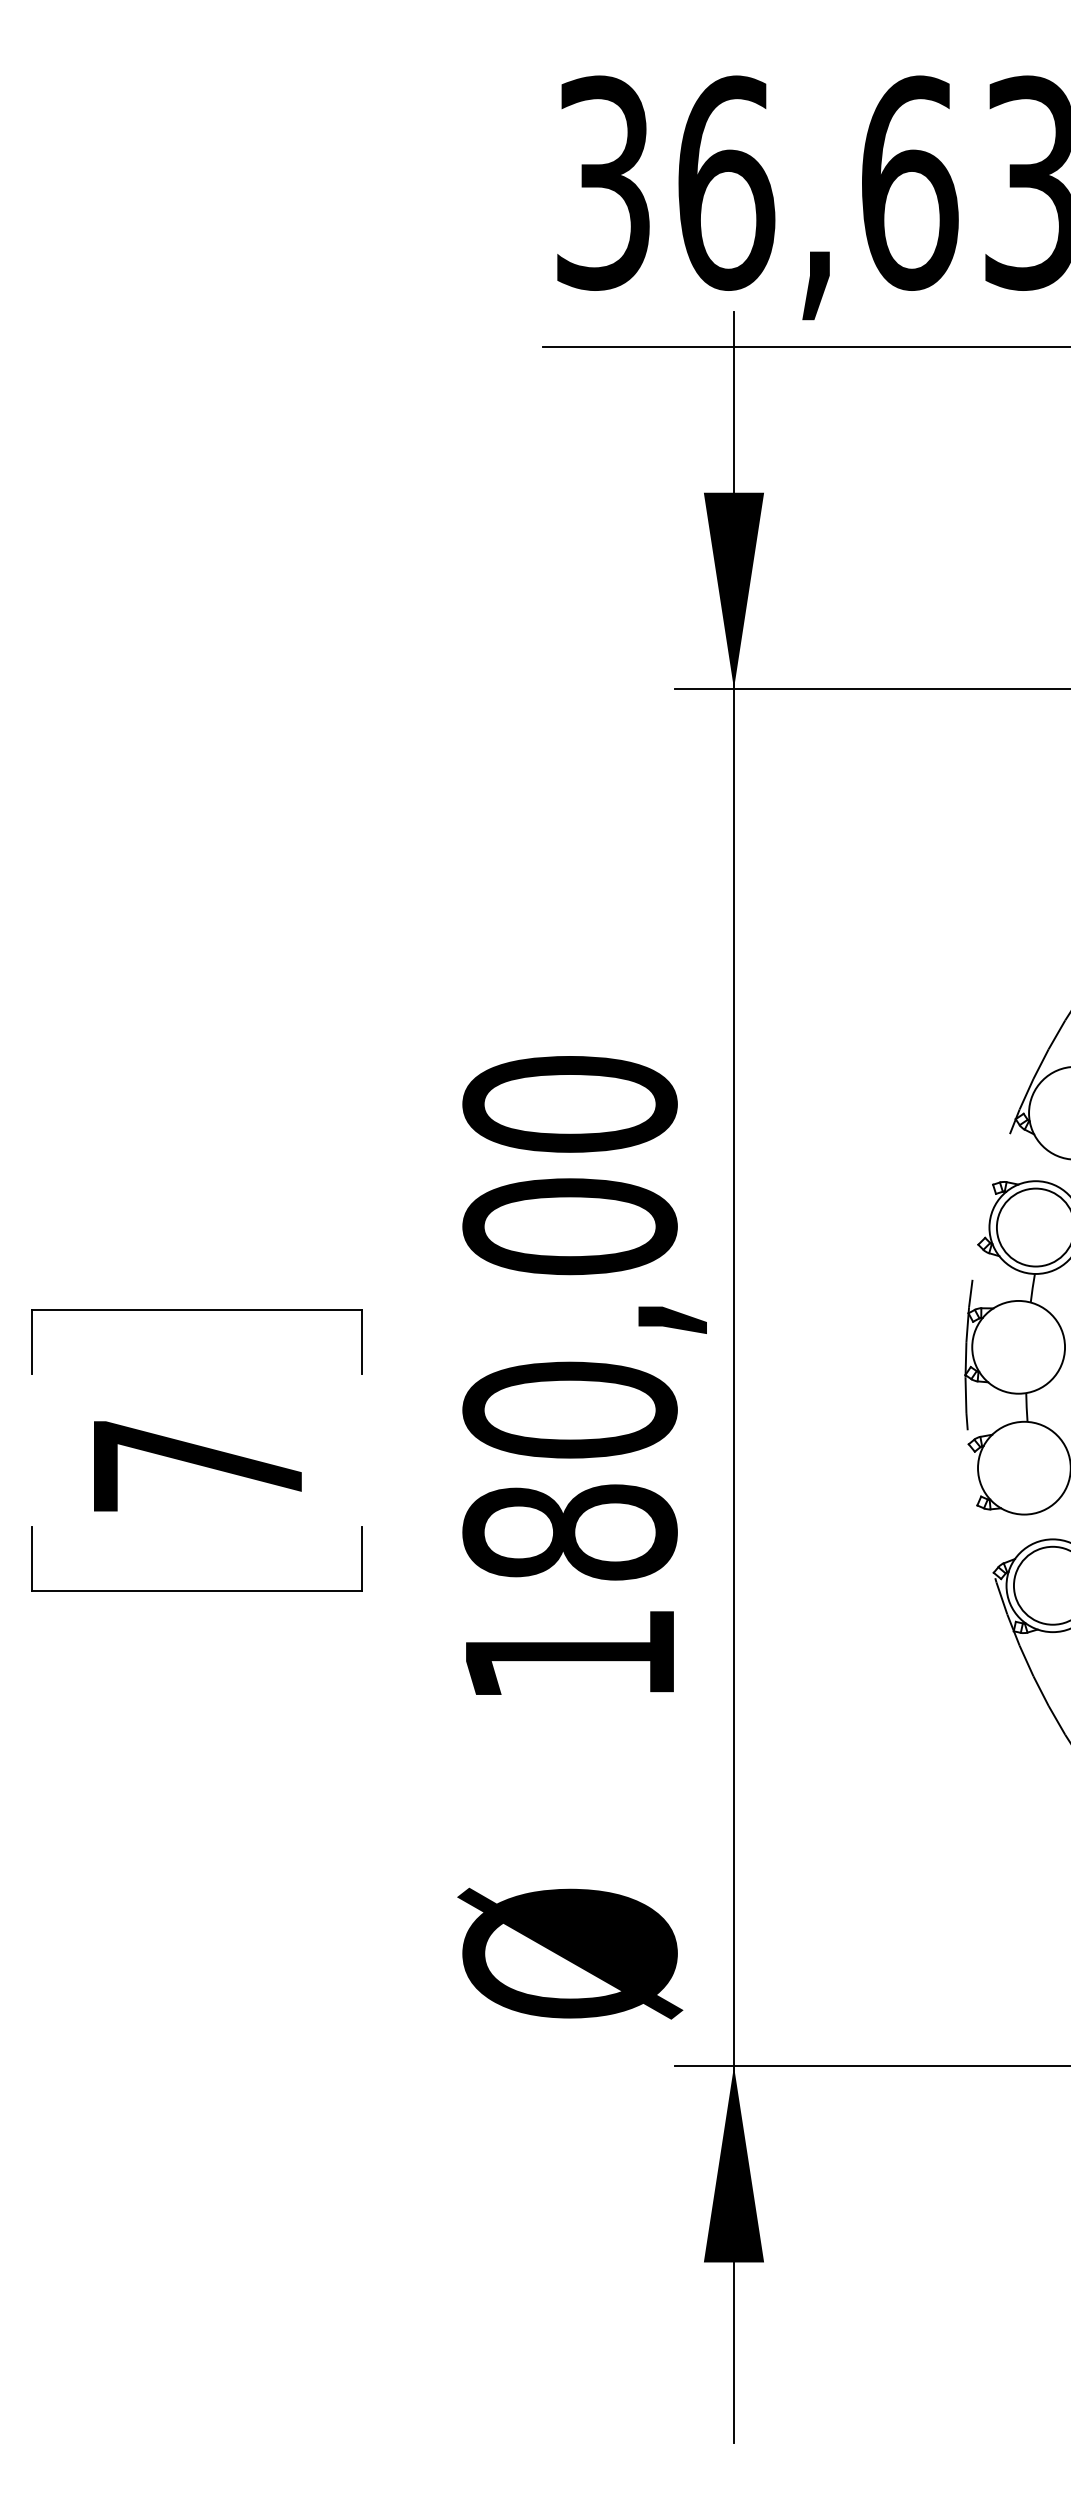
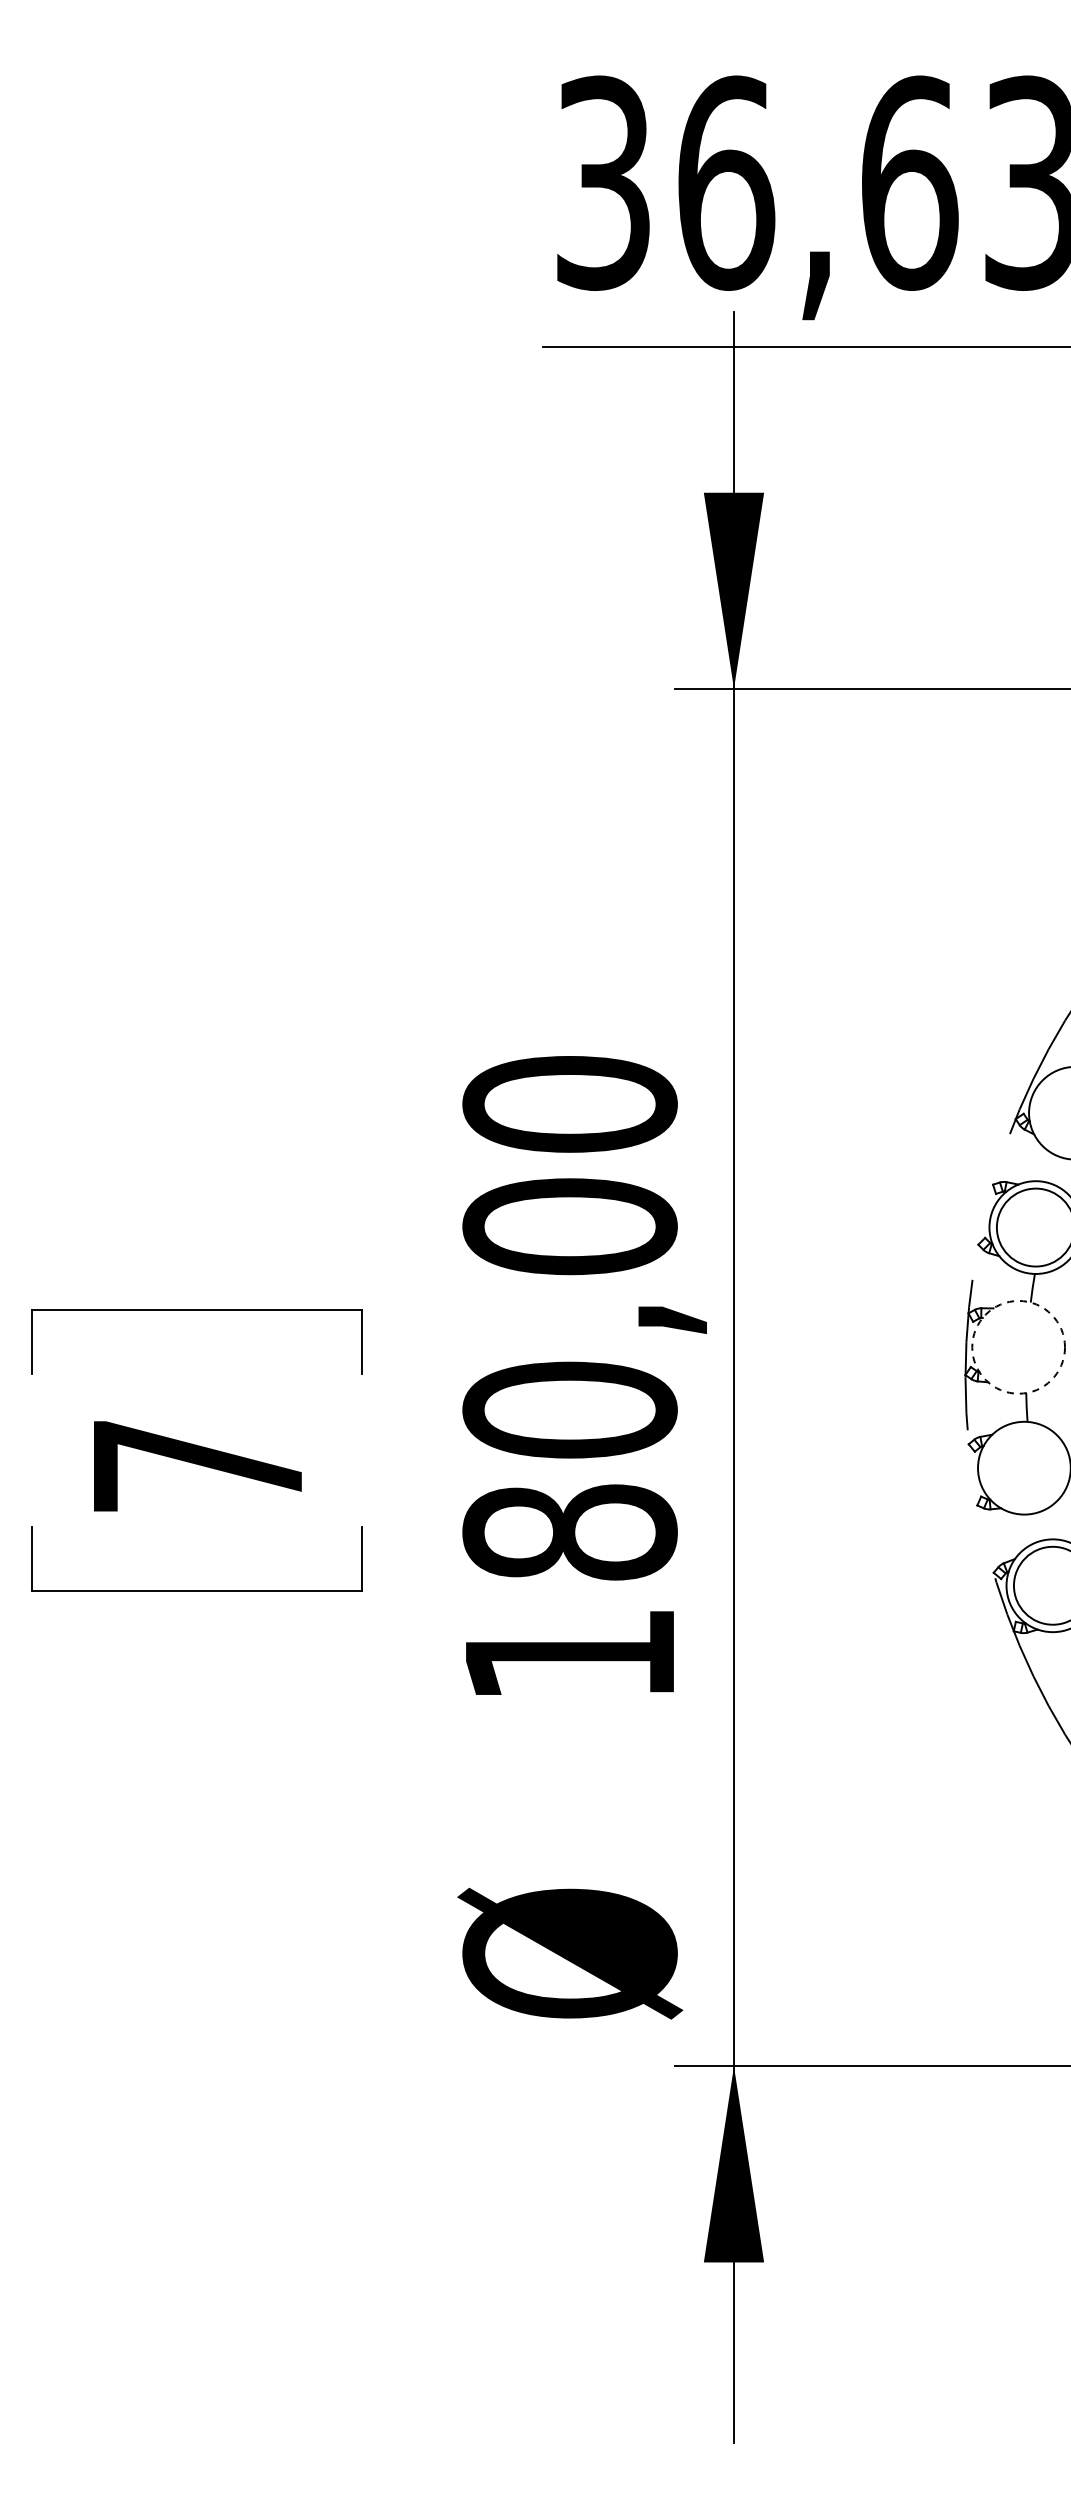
circle at (1018, 1346): solid -> dashed
